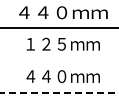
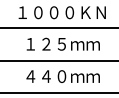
text at (62, 12): ４４０ｍｍ -> １０００ＫＮ
line at (58, 60): none -> present
line at (59, 92): dashed -> solid
